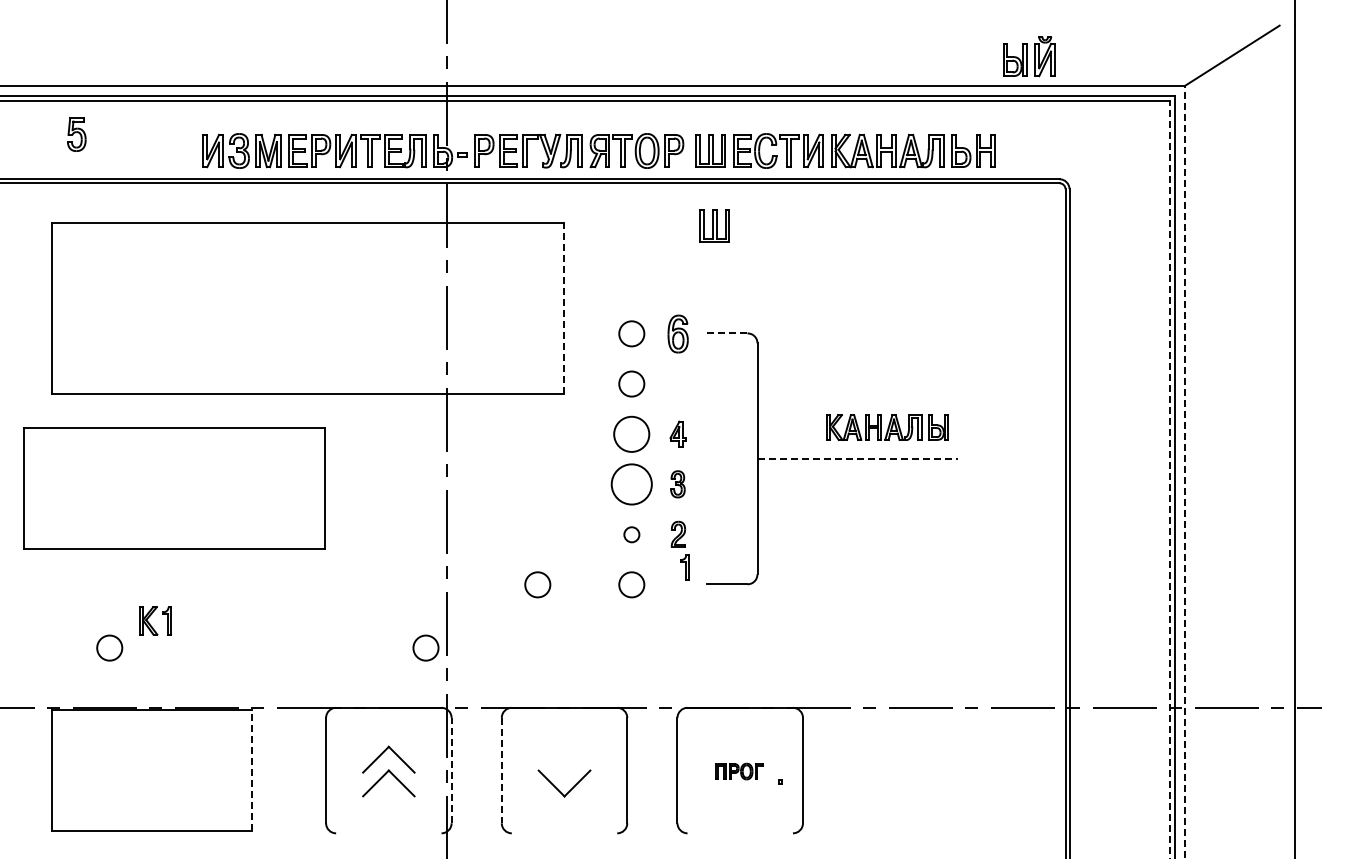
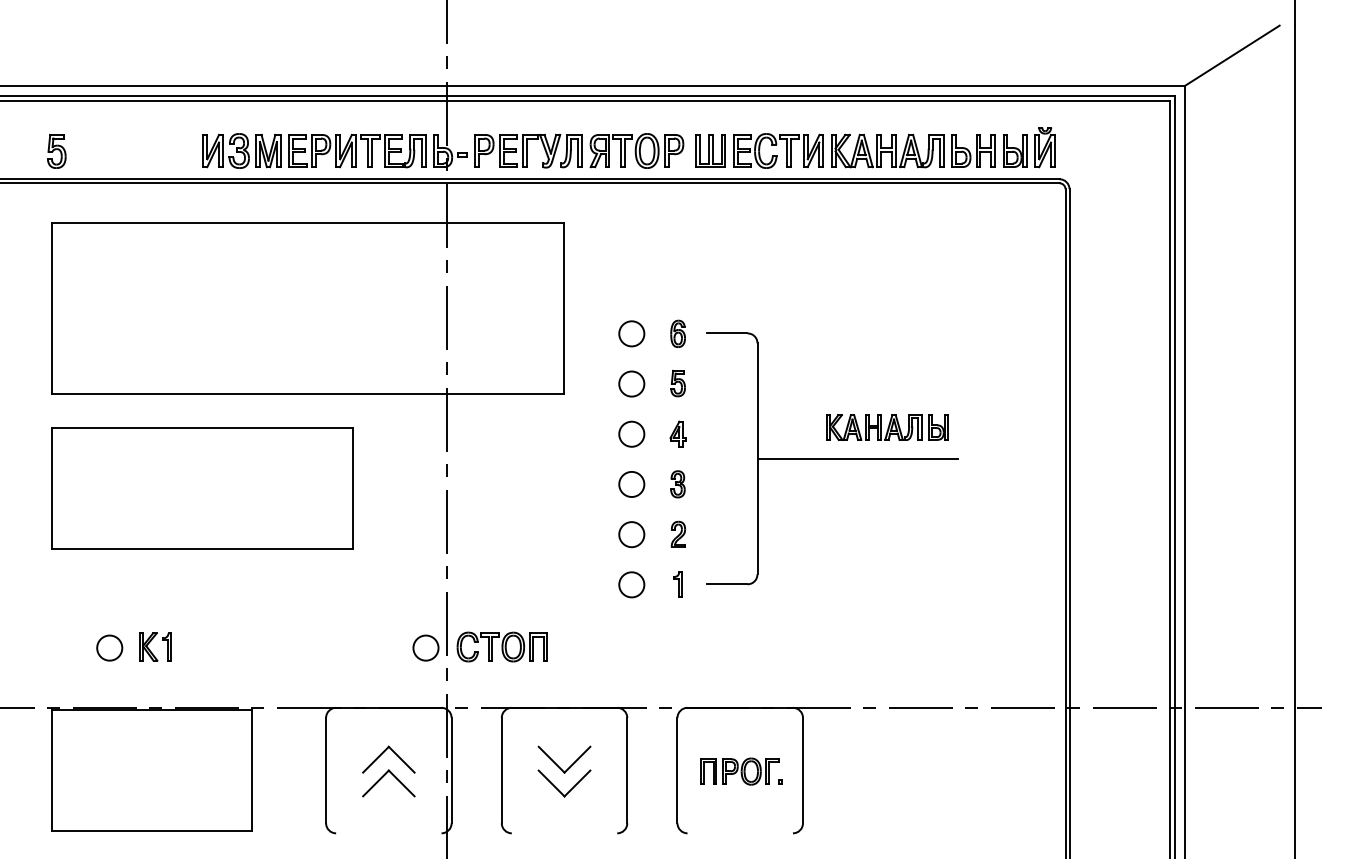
part at (1029, 56) position: (1029, 56) -> (1029, 147)
part at (76, 134) position: (76, 134) -> (56, 151)
part at (714, 225): present -> none
line at (563, 308): dashed -> solid
part at (677, 333) size: 22x40 px -> 16x29 px
line at (727, 333): dashed -> solid
part at (677, 383): none -> present
circle at (631, 433) size: 38x38 px -> 28x28 px
line at (858, 458): dashed -> solid
line at (1184, 471): dashed -> solid
line at (1169, 479): dashed -> solid
circle at (631, 484) diameter: 40 px -> 25 px
part at (174, 488) position: (174, 488) -> (202, 488)
circle at (631, 534) size: 18x18 px -> 28x28 px
part at (684, 567) position: (684, 567) -> (677, 584)
circle at (537, 584): present -> none
part at (155, 620) position: (155, 620) -> (155, 646)
part at (501, 646): none -> present
part at (558, 765): none -> present
line at (252, 770): dashed -> solid
line at (451, 770): dashed -> solid
line at (501, 770): dashed -> solid
part at (739, 771) size: 49x19 px -> 80x29 px
